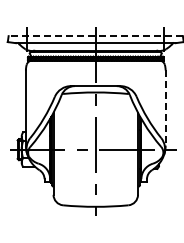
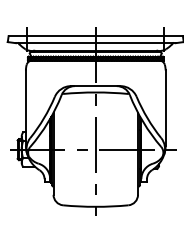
line at (95, 36): dashed -> solid
line at (165, 108): dashed -> solid
